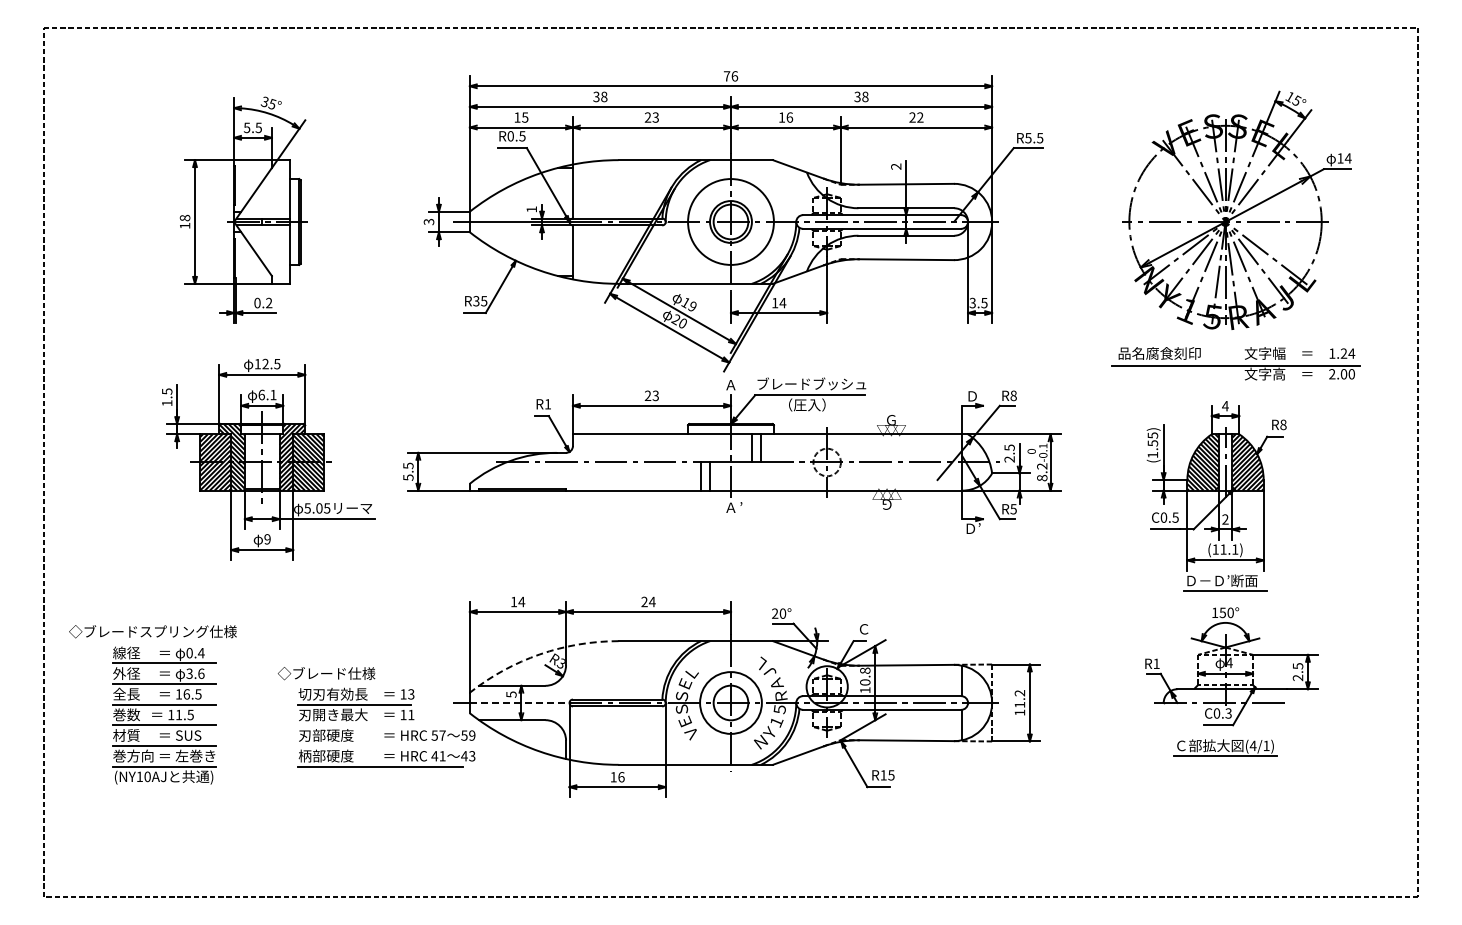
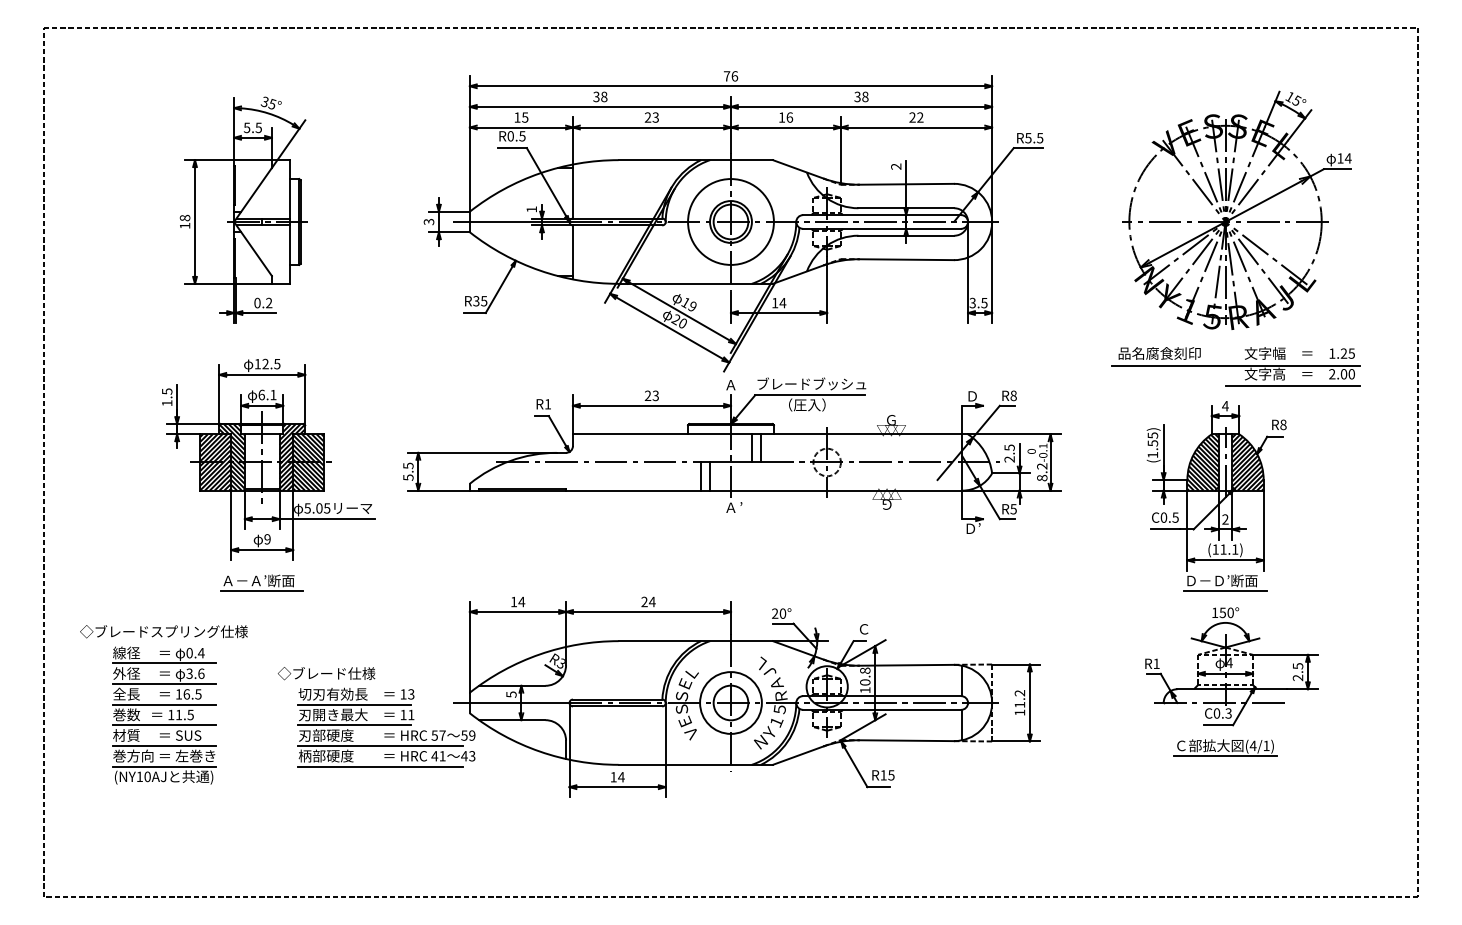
text at (1351, 353): 1.24 -> 1.25
line at (1292, 386): none -> present
part at (261, 582): none -> present
text at (152, 631) position: (152, 631) -> (163, 631)
arc at (539, 654): dashed -> solid
line at (519, 702): dashed -> solid
line at (354, 725): none -> present
line at (380, 745): none -> present
text at (621, 777): 16 -> 14
